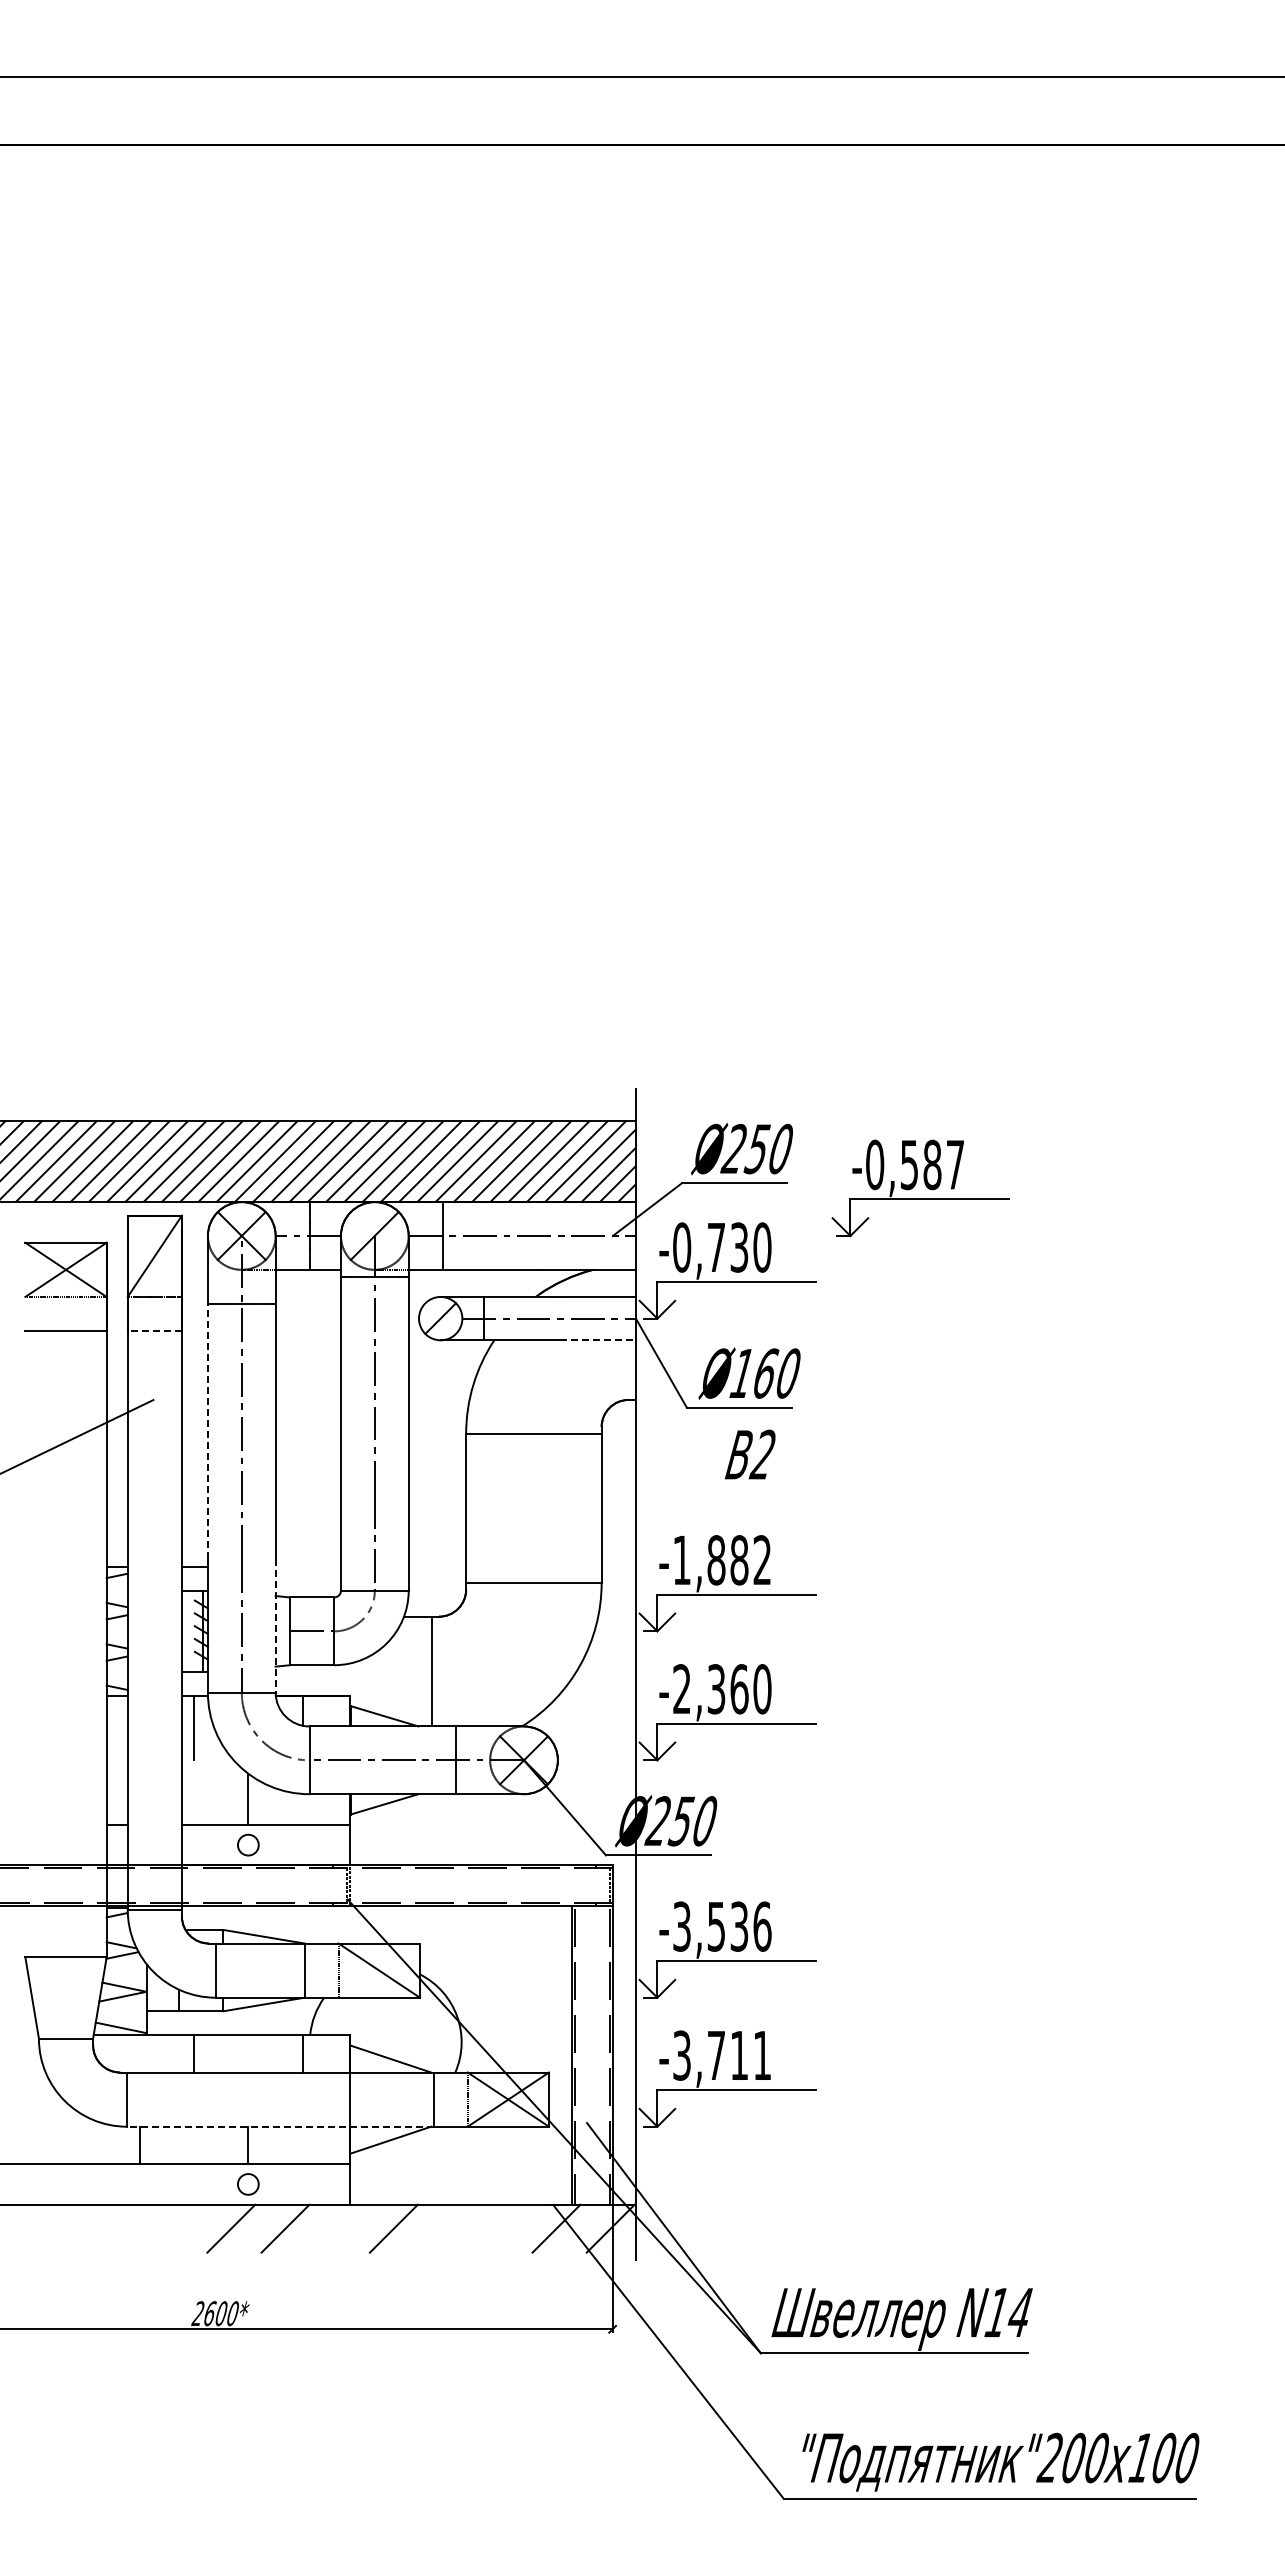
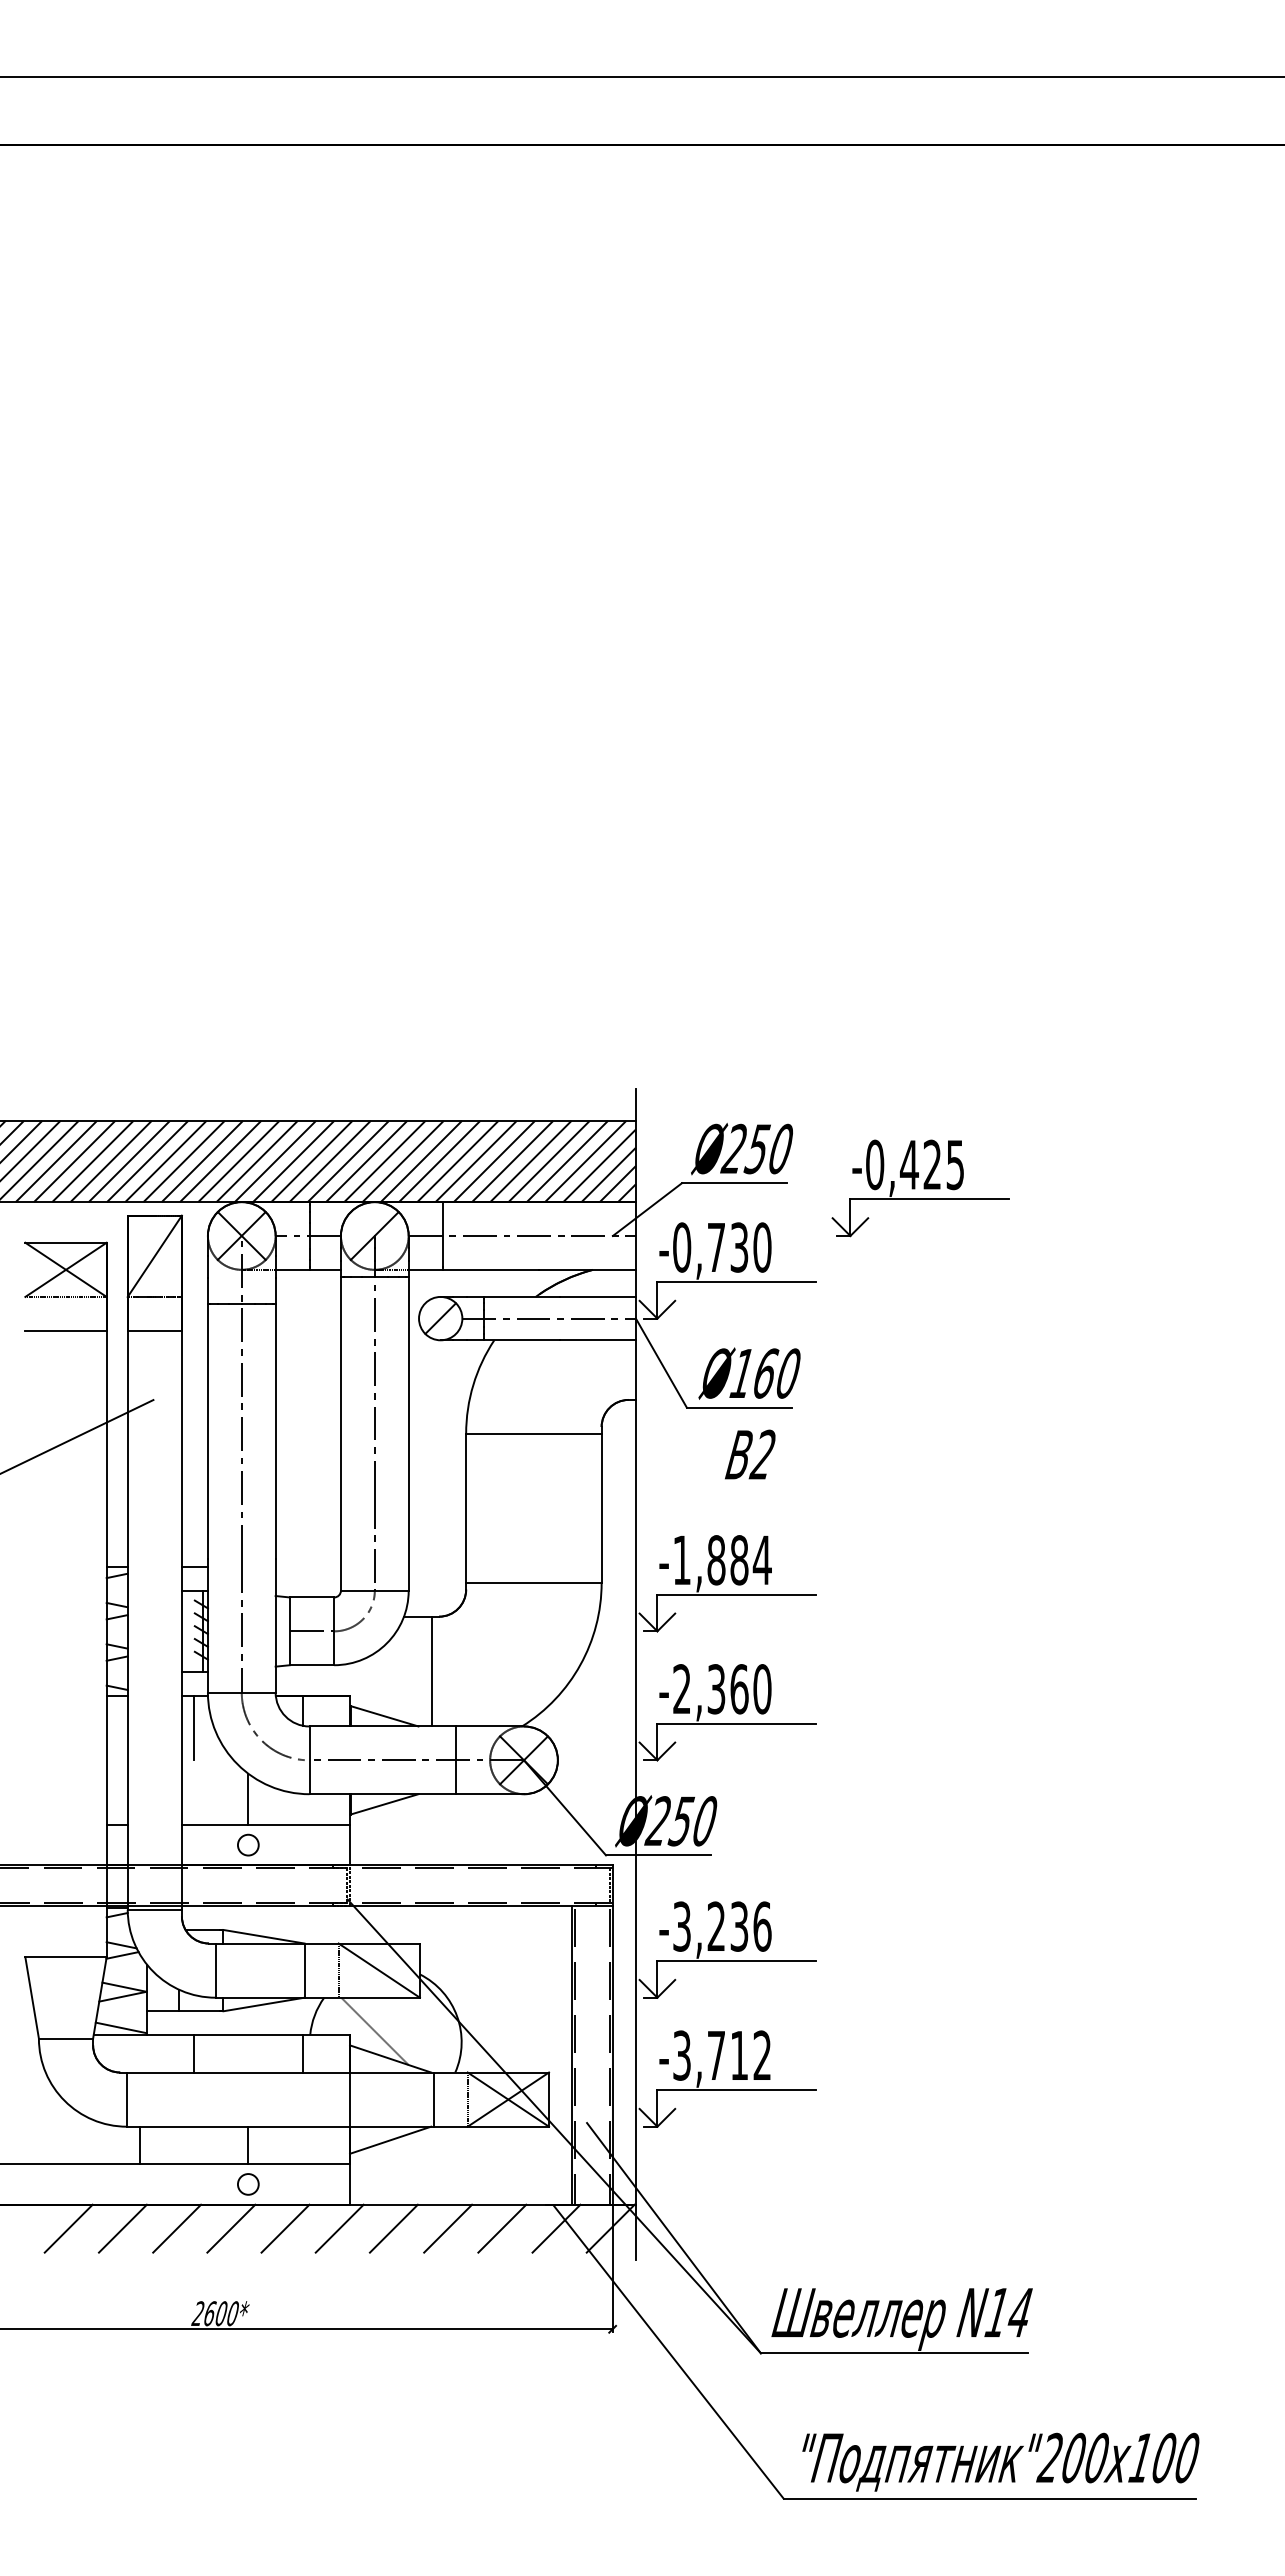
text at (931, 1164): -0,587 -> -0,425
line at (154, 1330): dashed -> solid
line at (597, 1340): dashed -> solid
line at (207, 1431): dashed -> solid
text at (761, 1559): -1,882 -> -1,884
line at (275, 1625): dashed -> solid
text at (715, 1926): -3,536 -> -3,236
line at (374, 2030): none -> present
text at (761, 2054): -3,711 -> -3,712
line at (279, 2126): dashed -> solid
line at (68, 2228): none -> present
line at (122, 2228): none -> present
line at (177, 2228): none -> present
line at (339, 2228): none -> present
line at (448, 2228): none -> present
line at (502, 2228): none -> present
